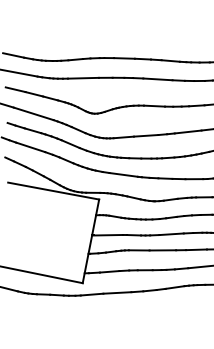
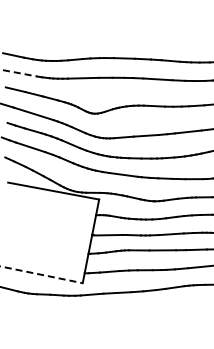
line at (19, 73): solid -> dashed
line at (41, 274): solid -> dashed
